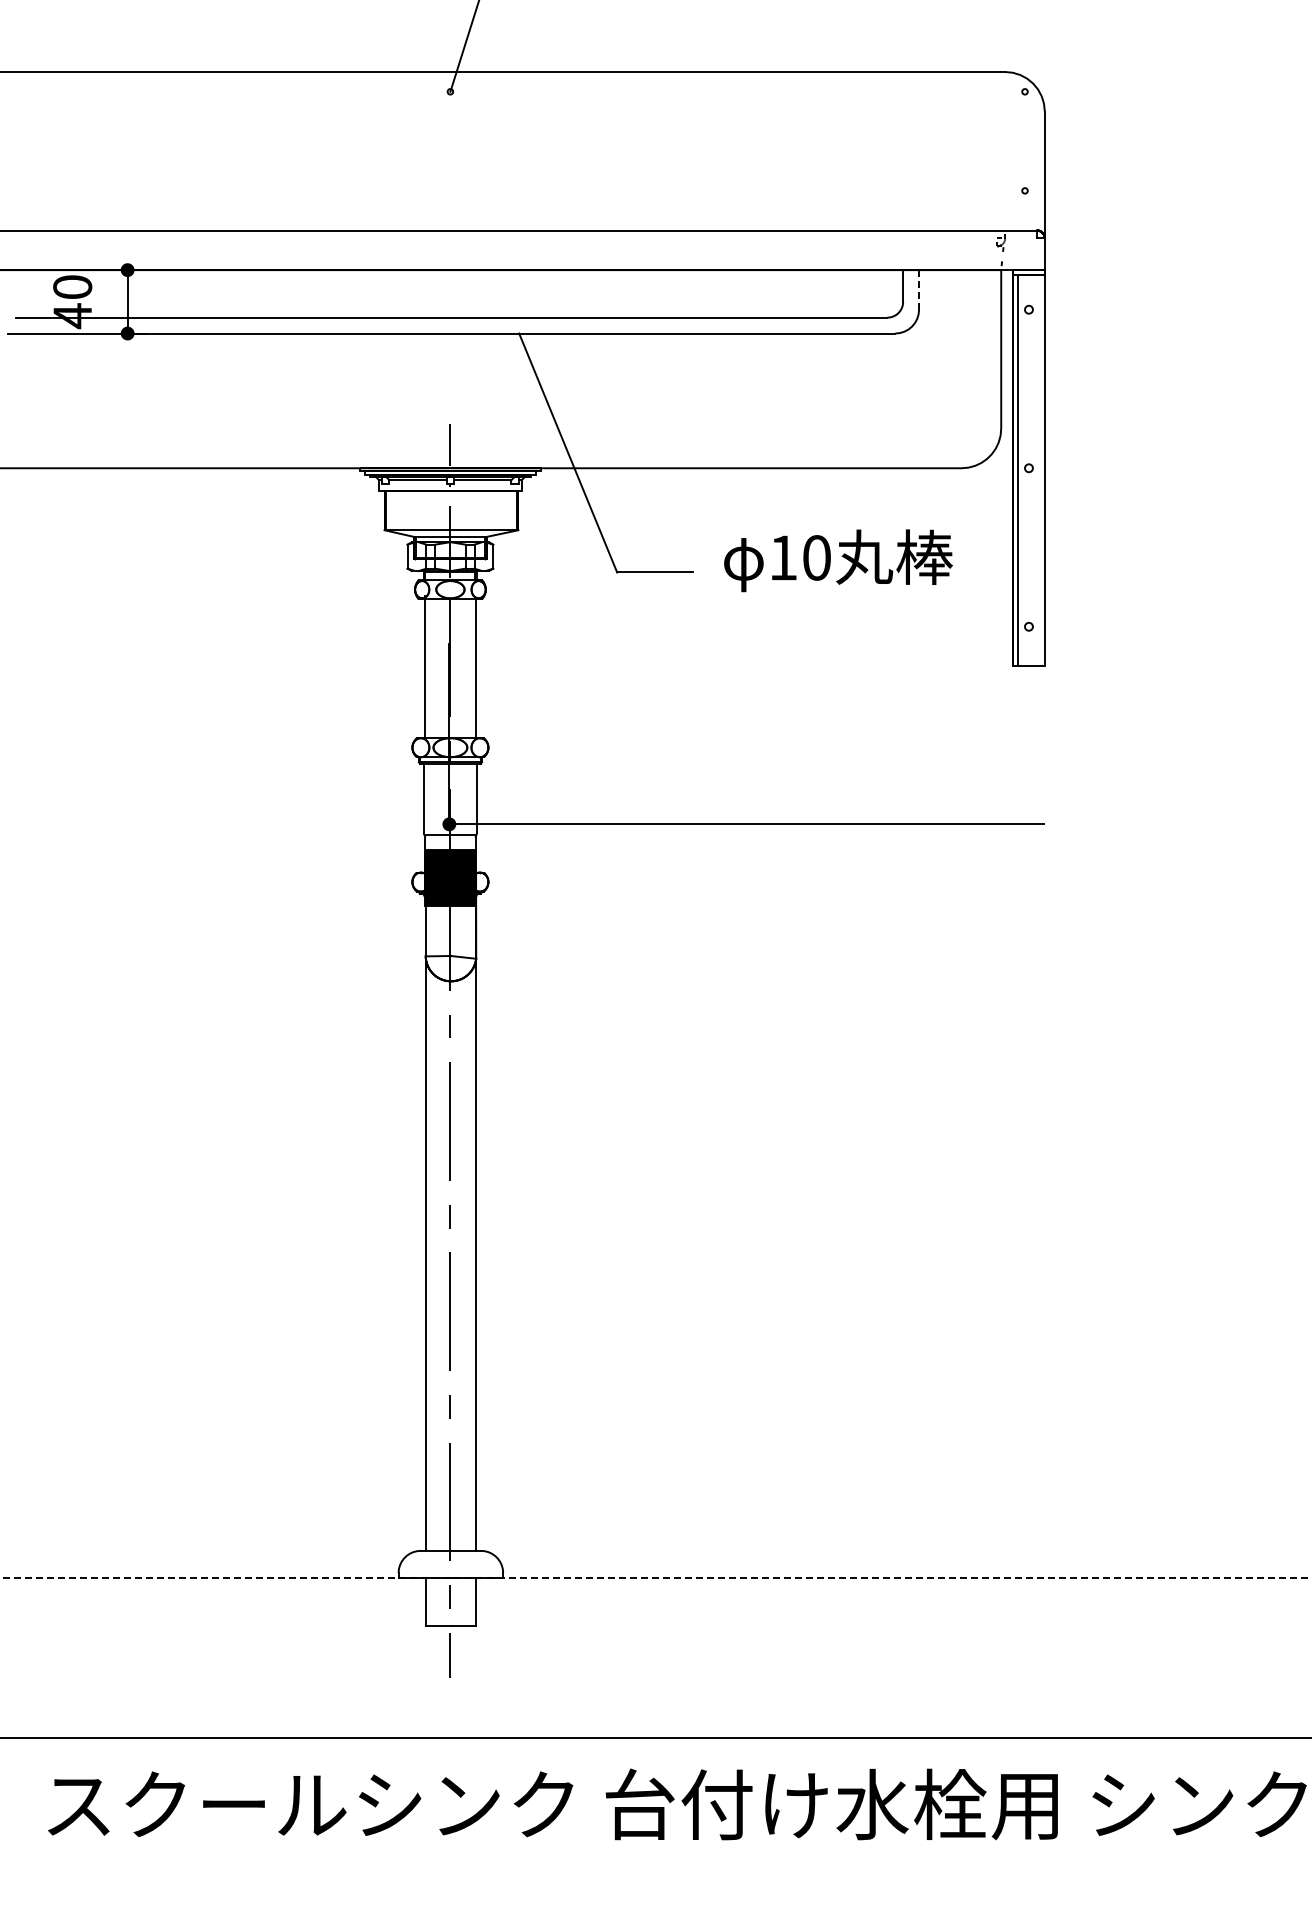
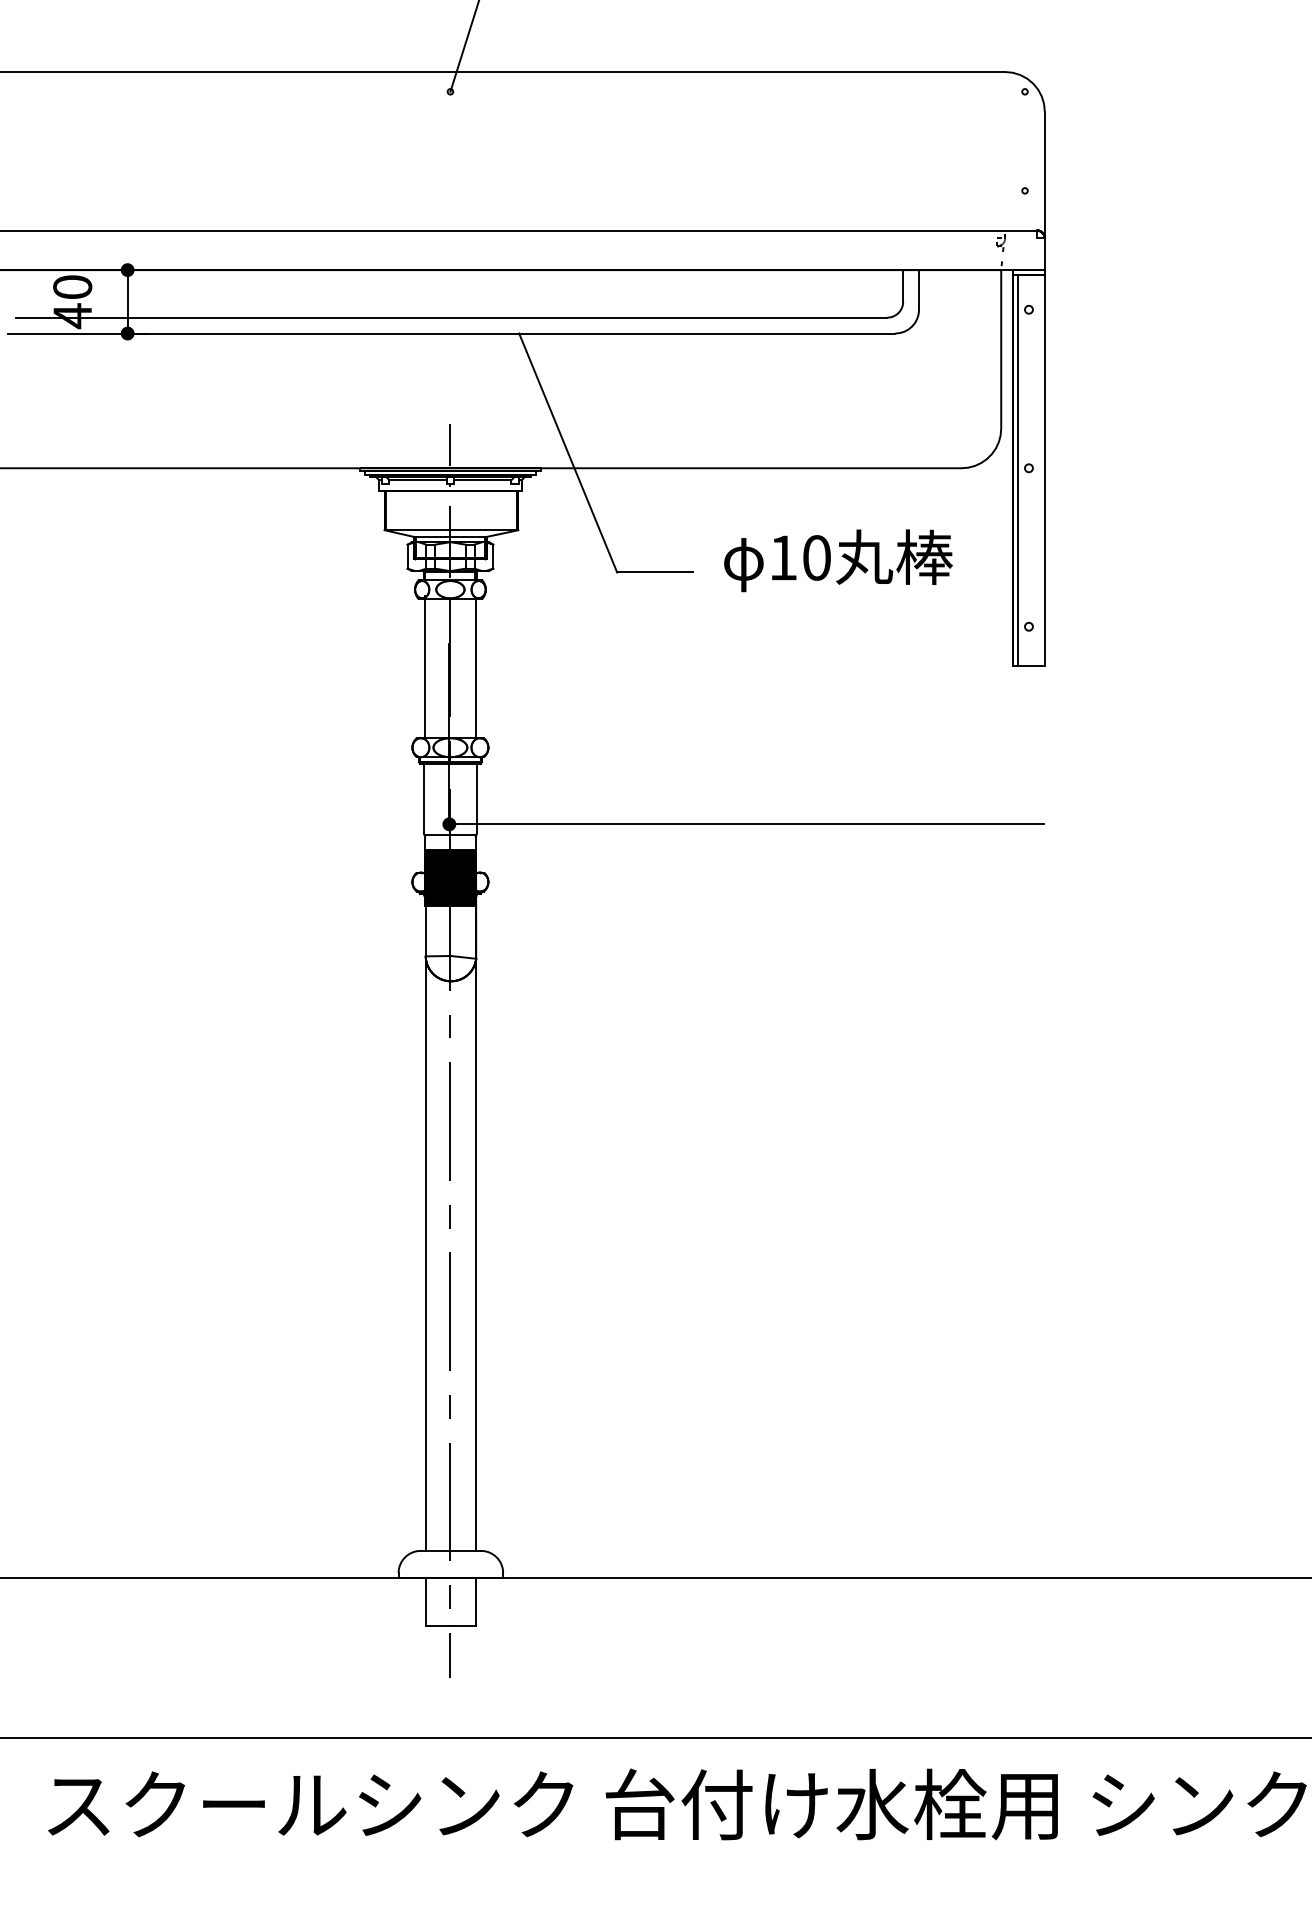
line at (919, 289): dashed -> solid
line at (656, 1577): dashed -> solid
